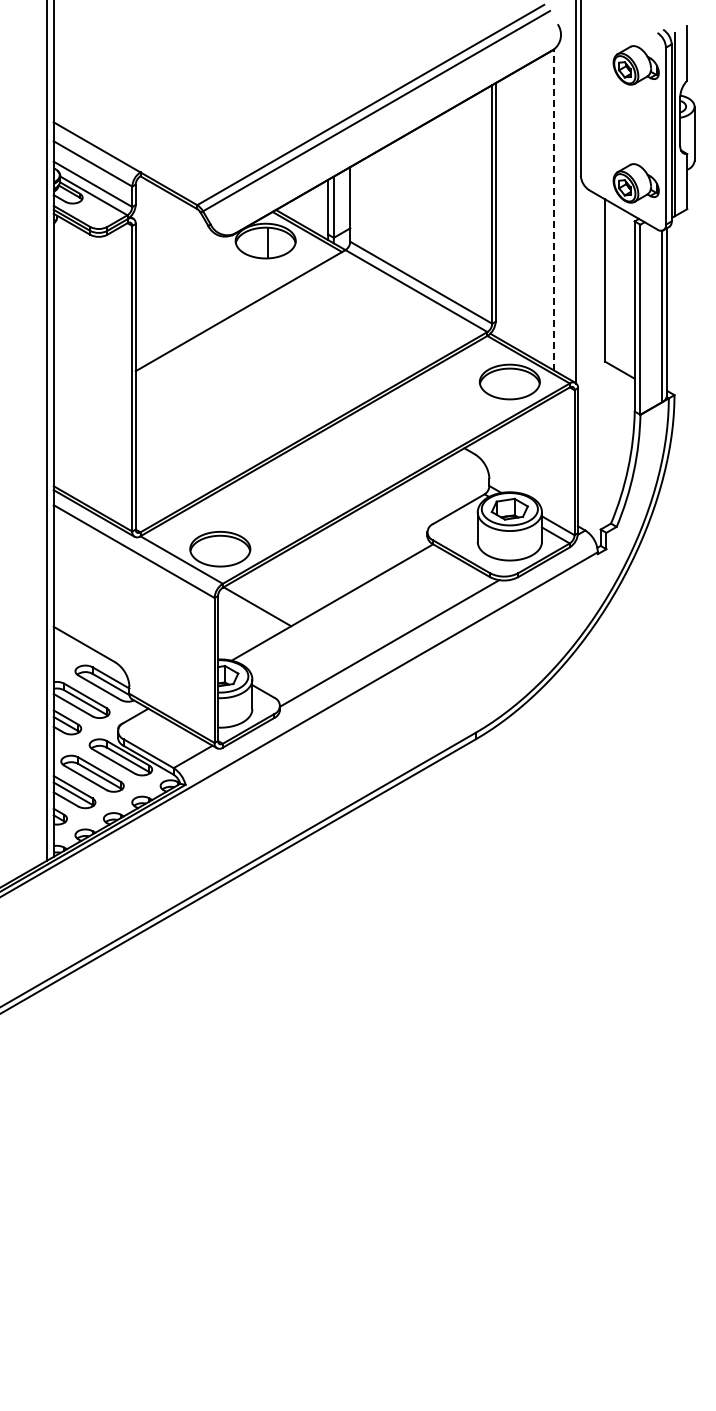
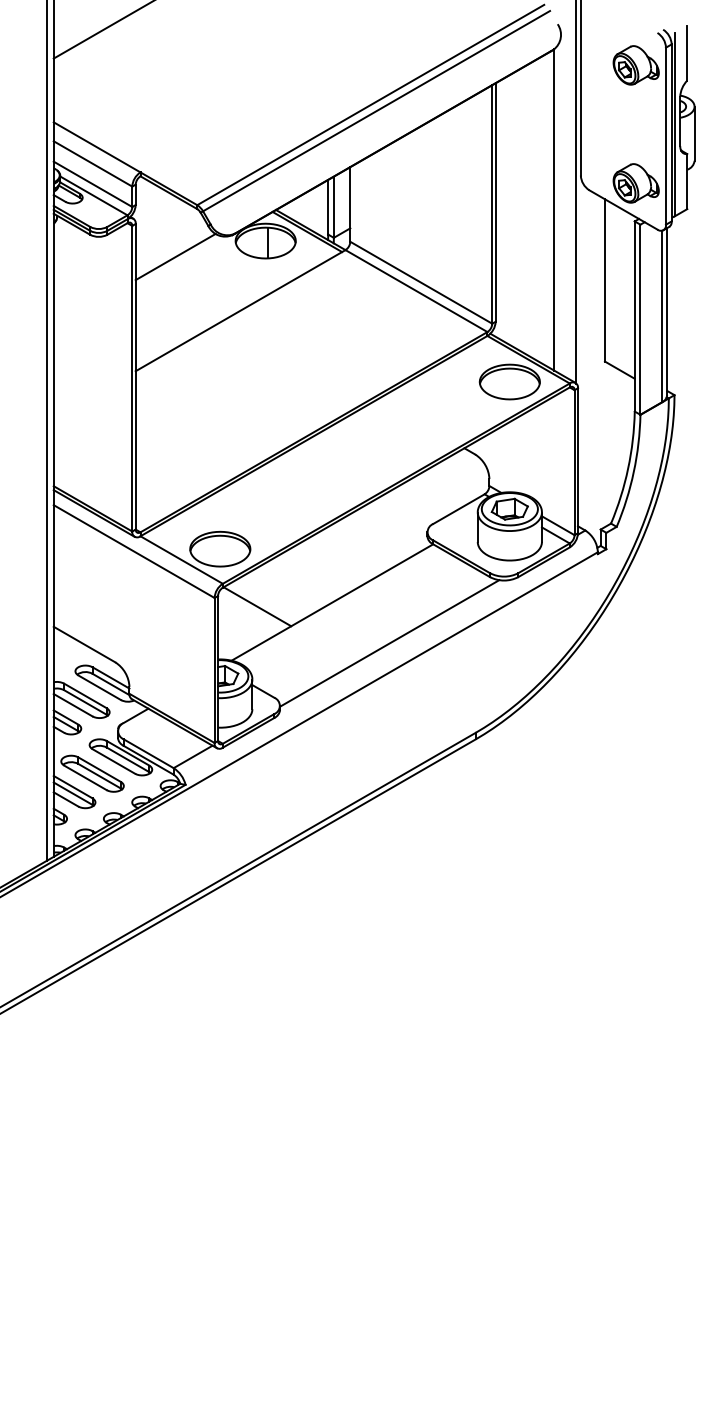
line at (102, 30): none -> present
line at (554, 209): dashed -> solid
line at (175, 256): none -> present
